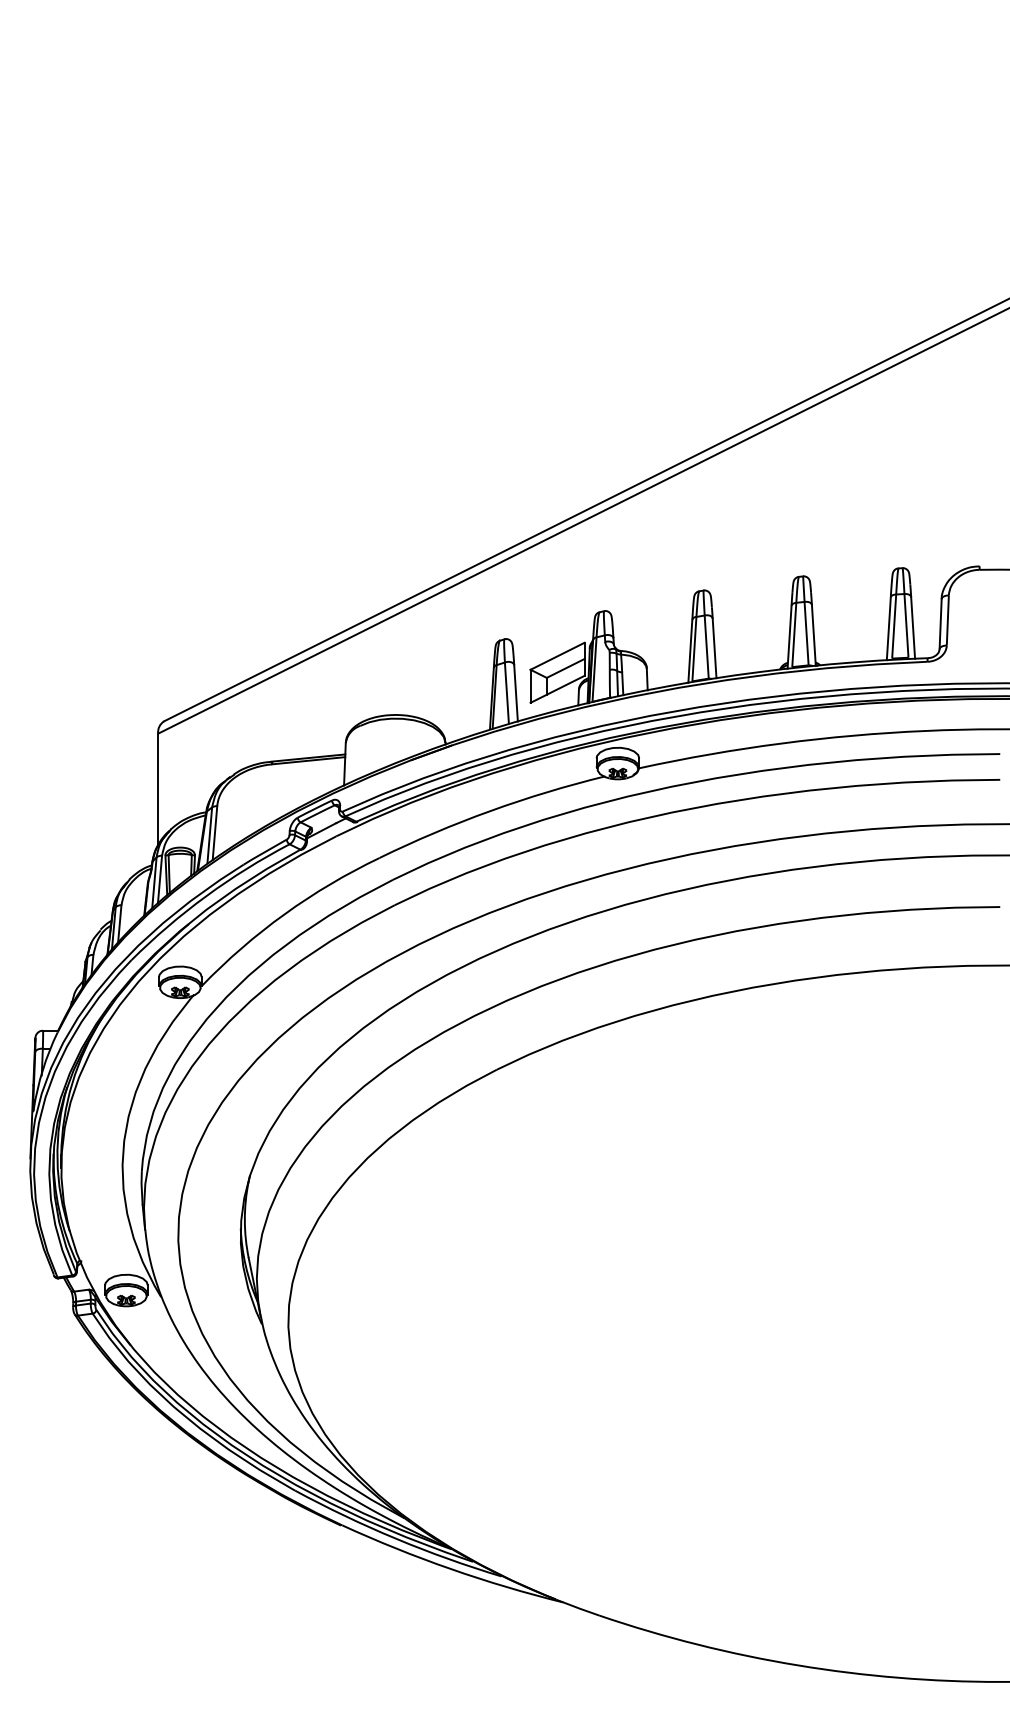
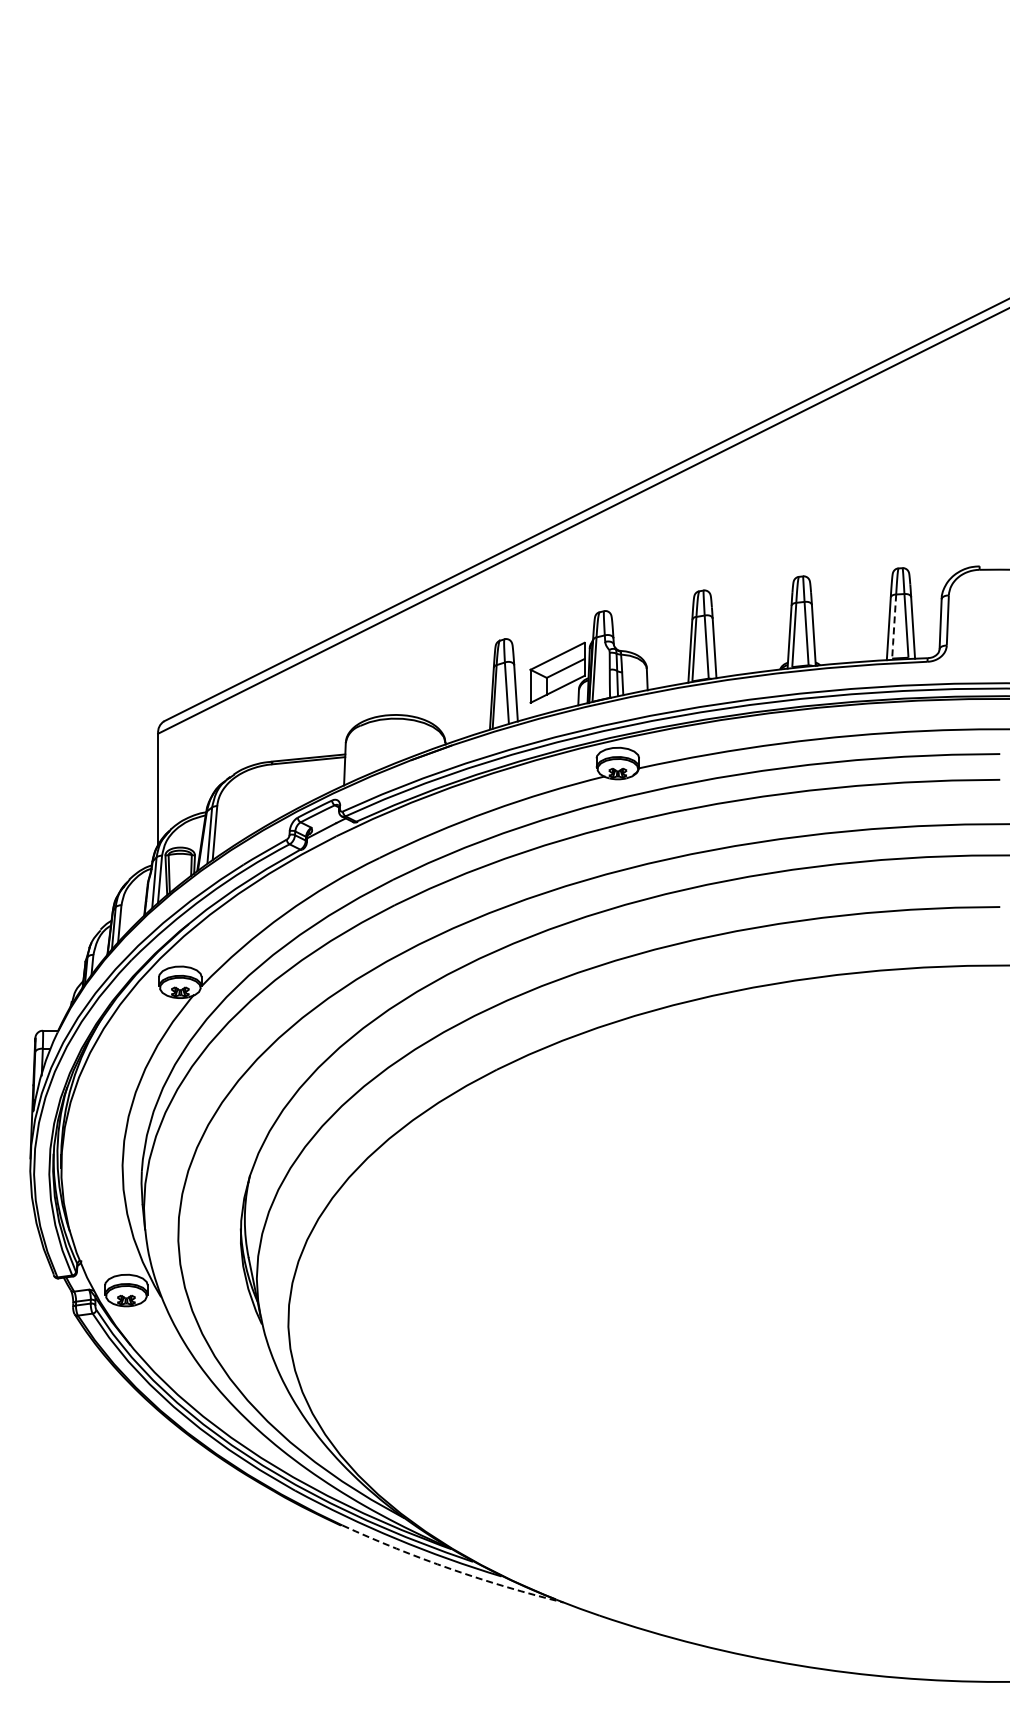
line at (894, 626): solid -> dashed
arc at (451, 1569): solid -> dashed
